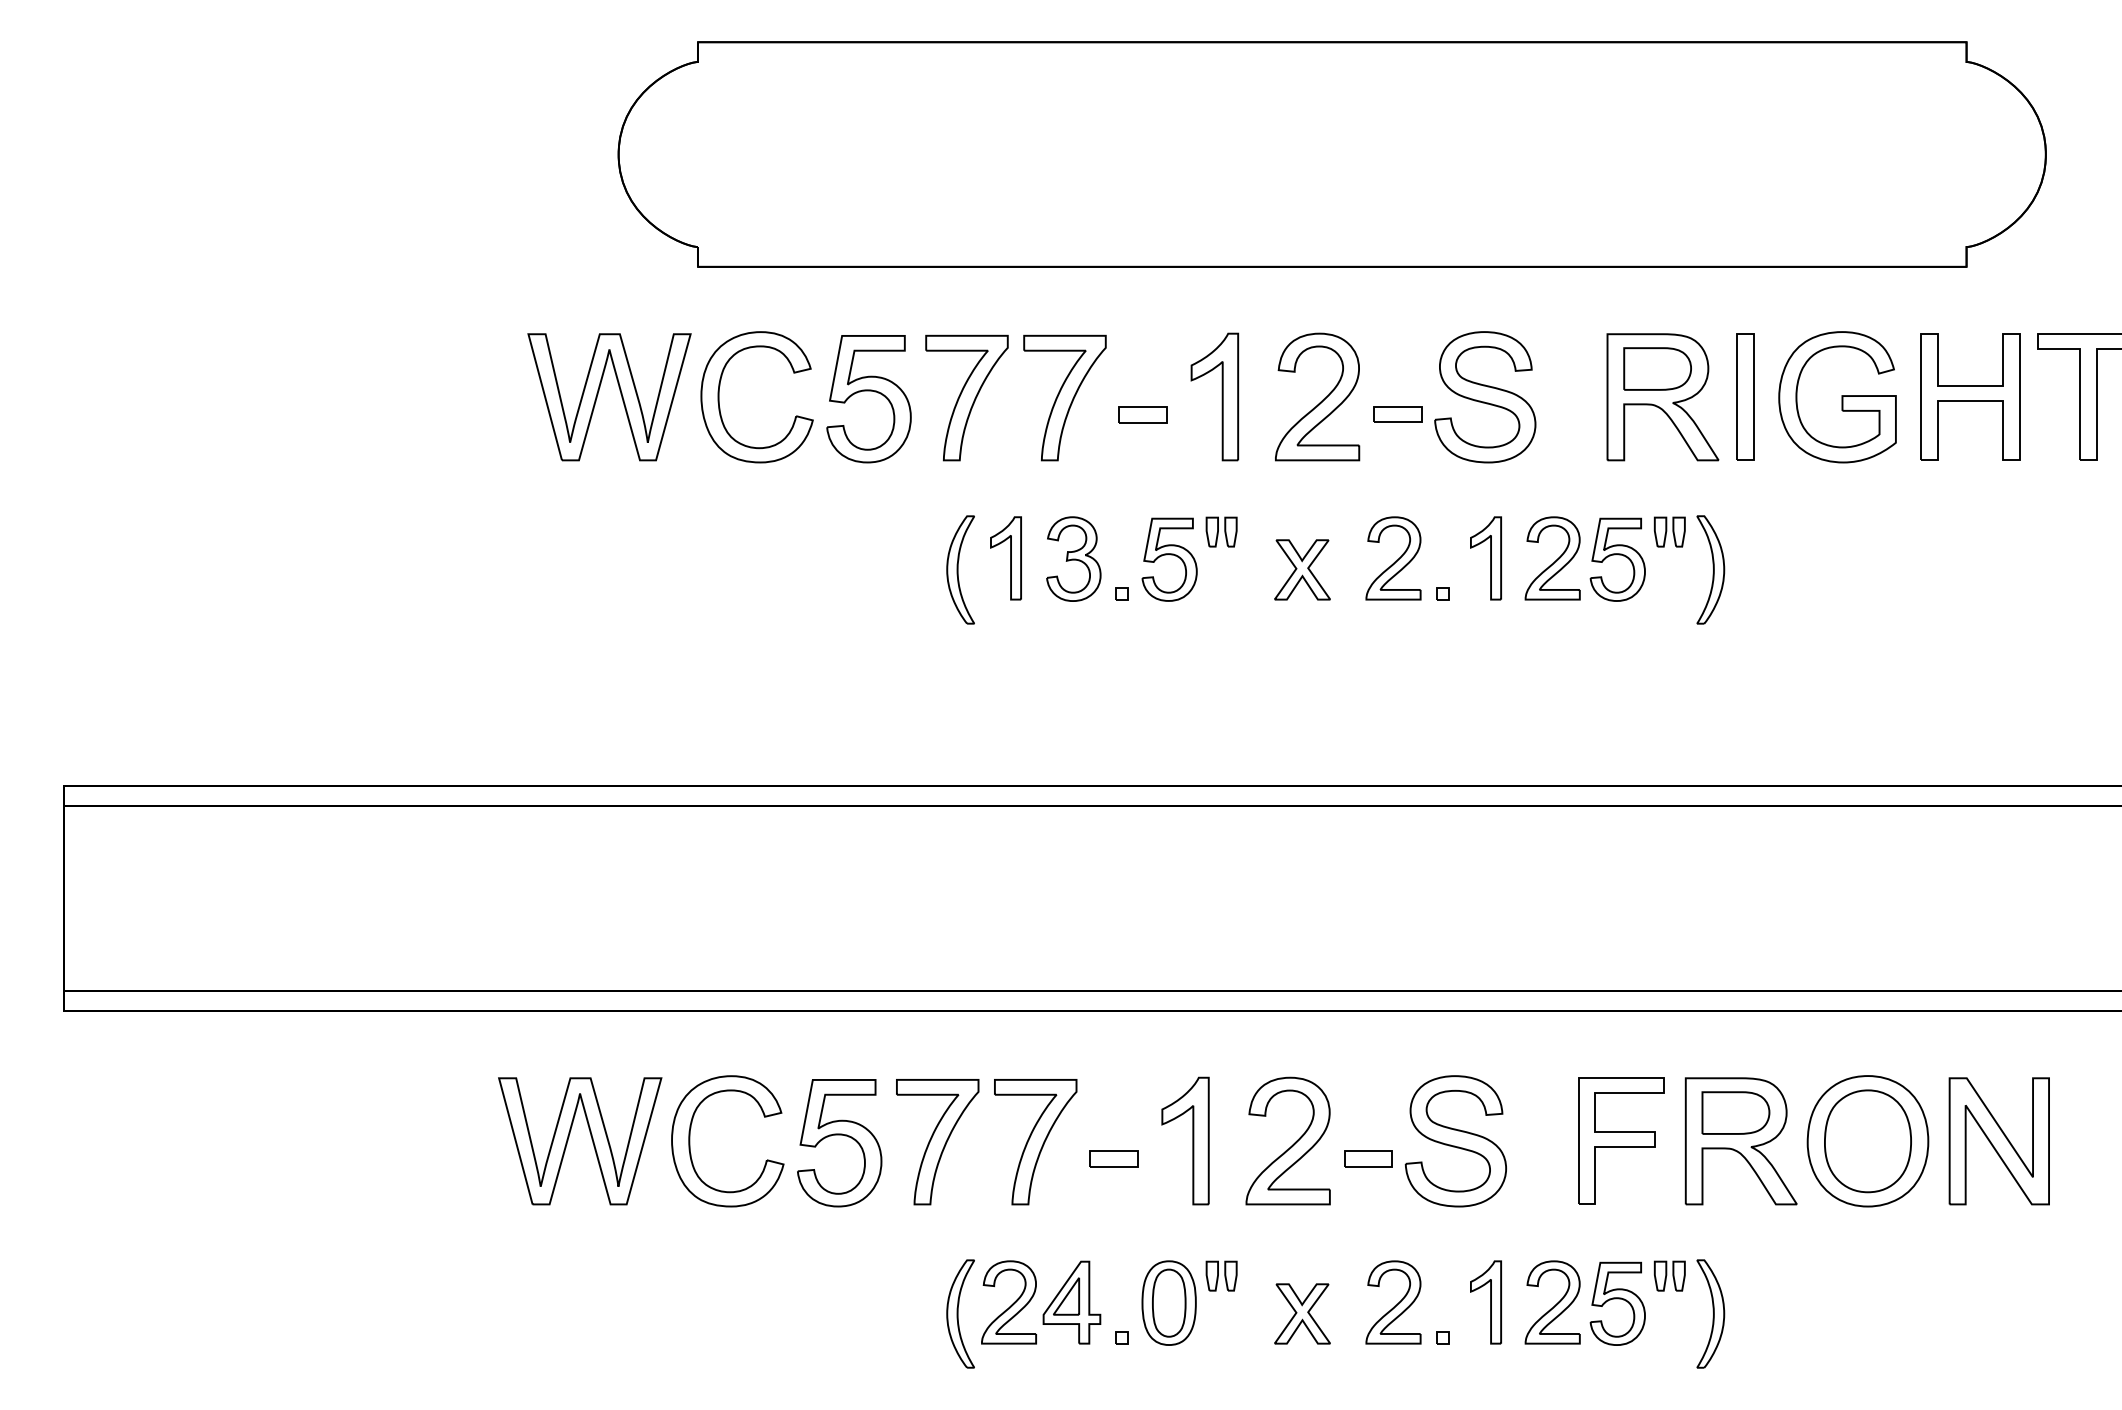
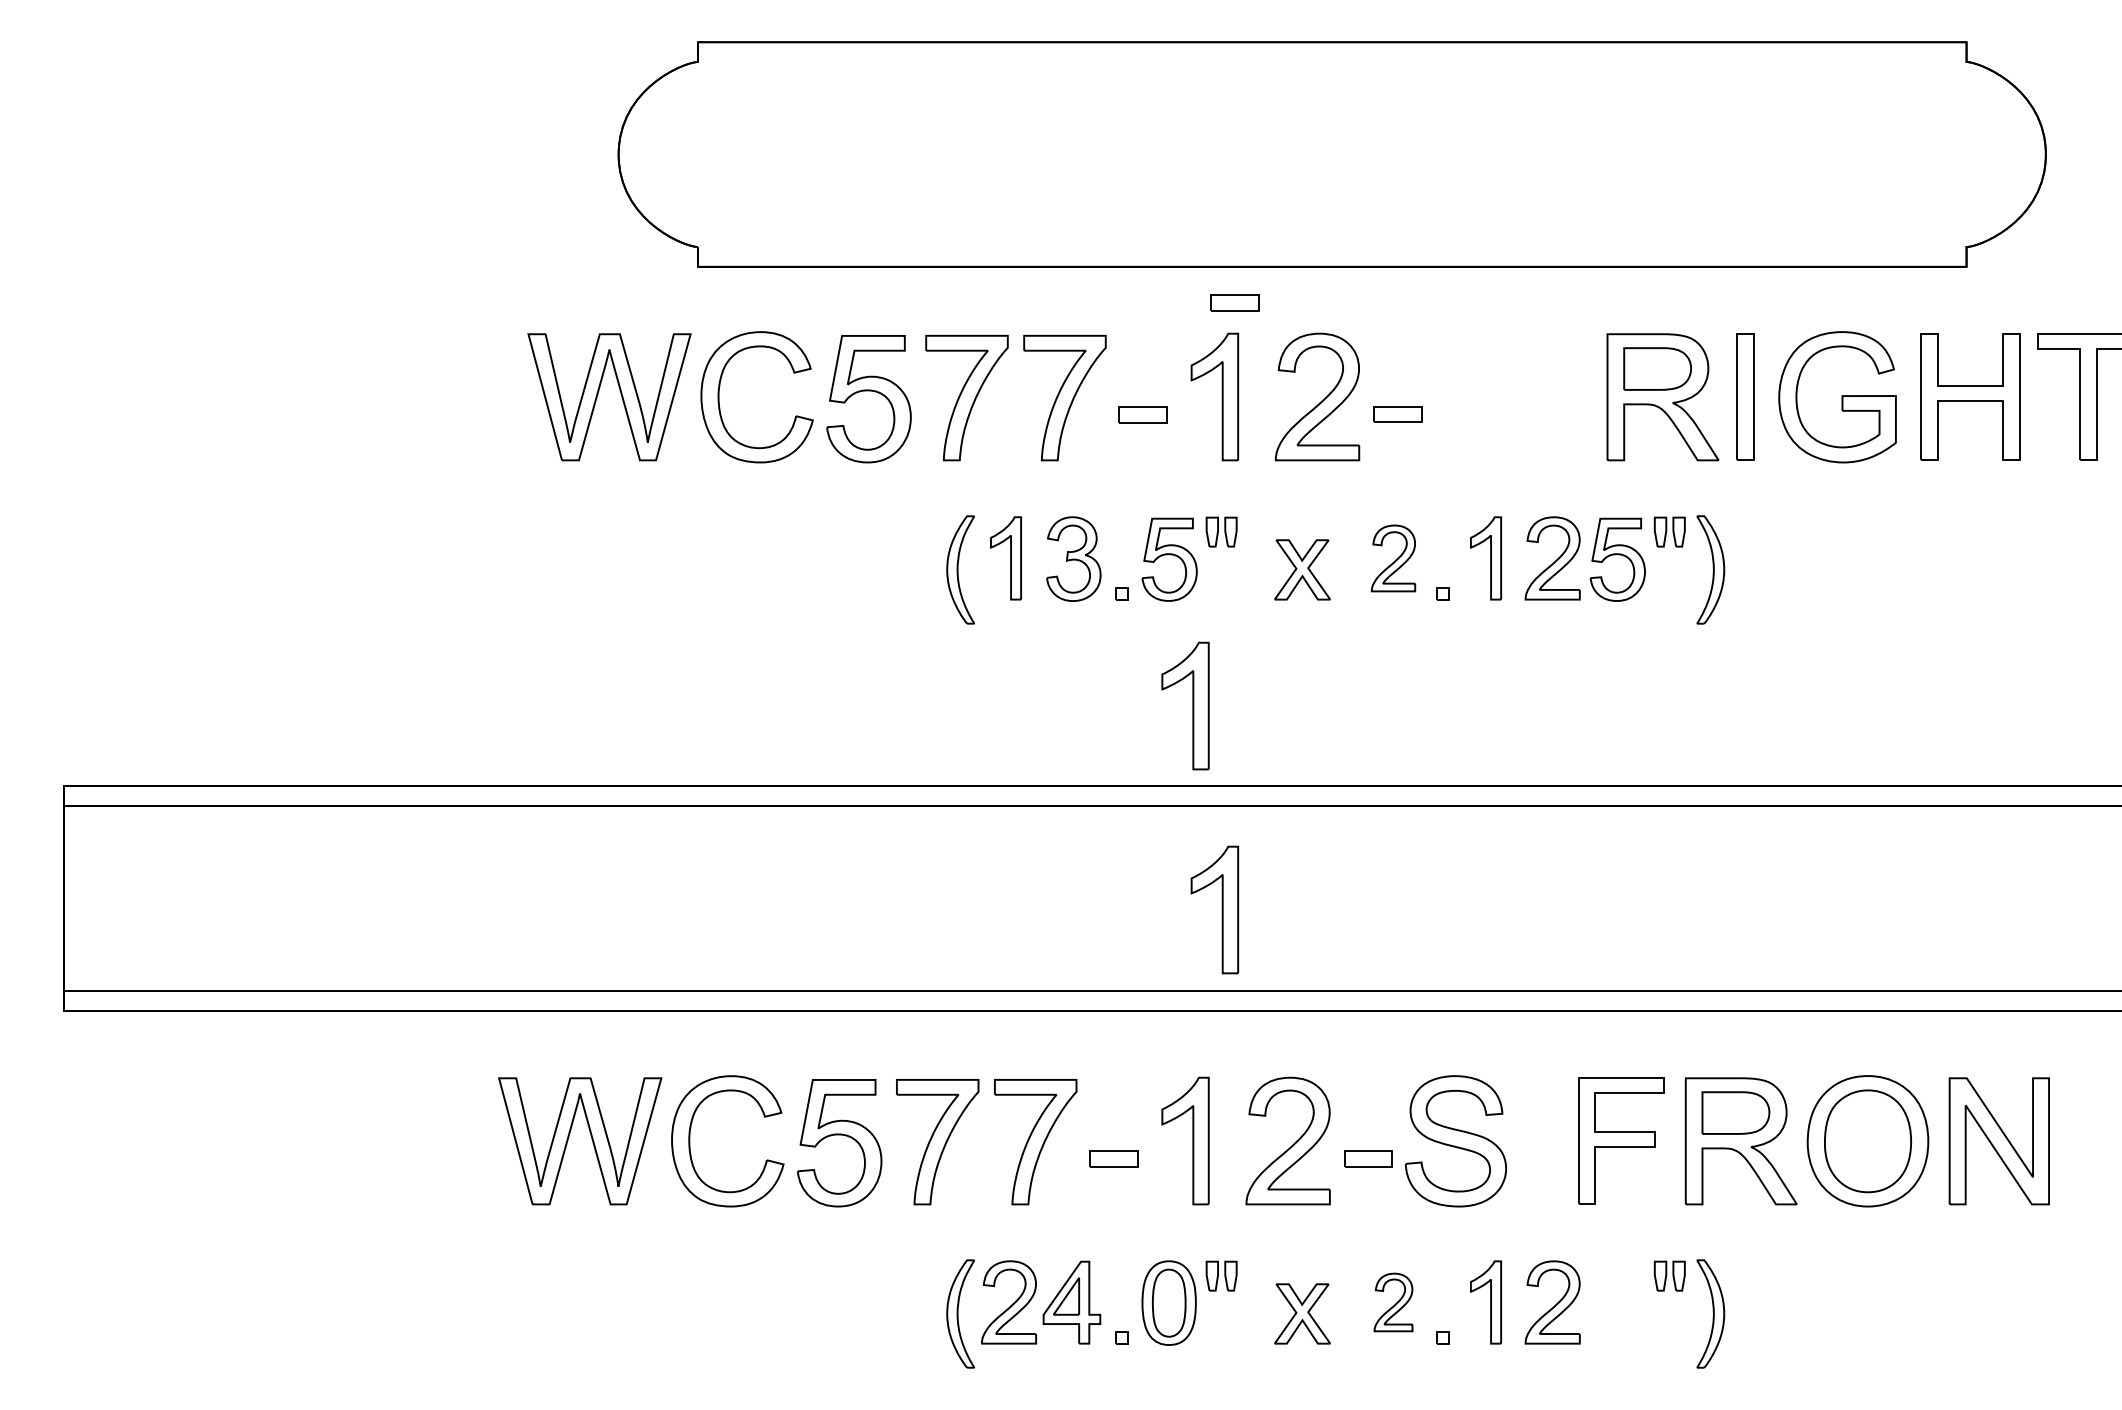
part at (1234, 302): none -> present
part at (1485, 397): present -> none
part at (1393, 558) size: 57x85 px -> 46x69 px
part at (1192, 705): none -> present
part at (1221, 909): none -> present
part at (1393, 1302) size: 57x85 px -> 41x61 px
part at (1617, 1303): present -> none
